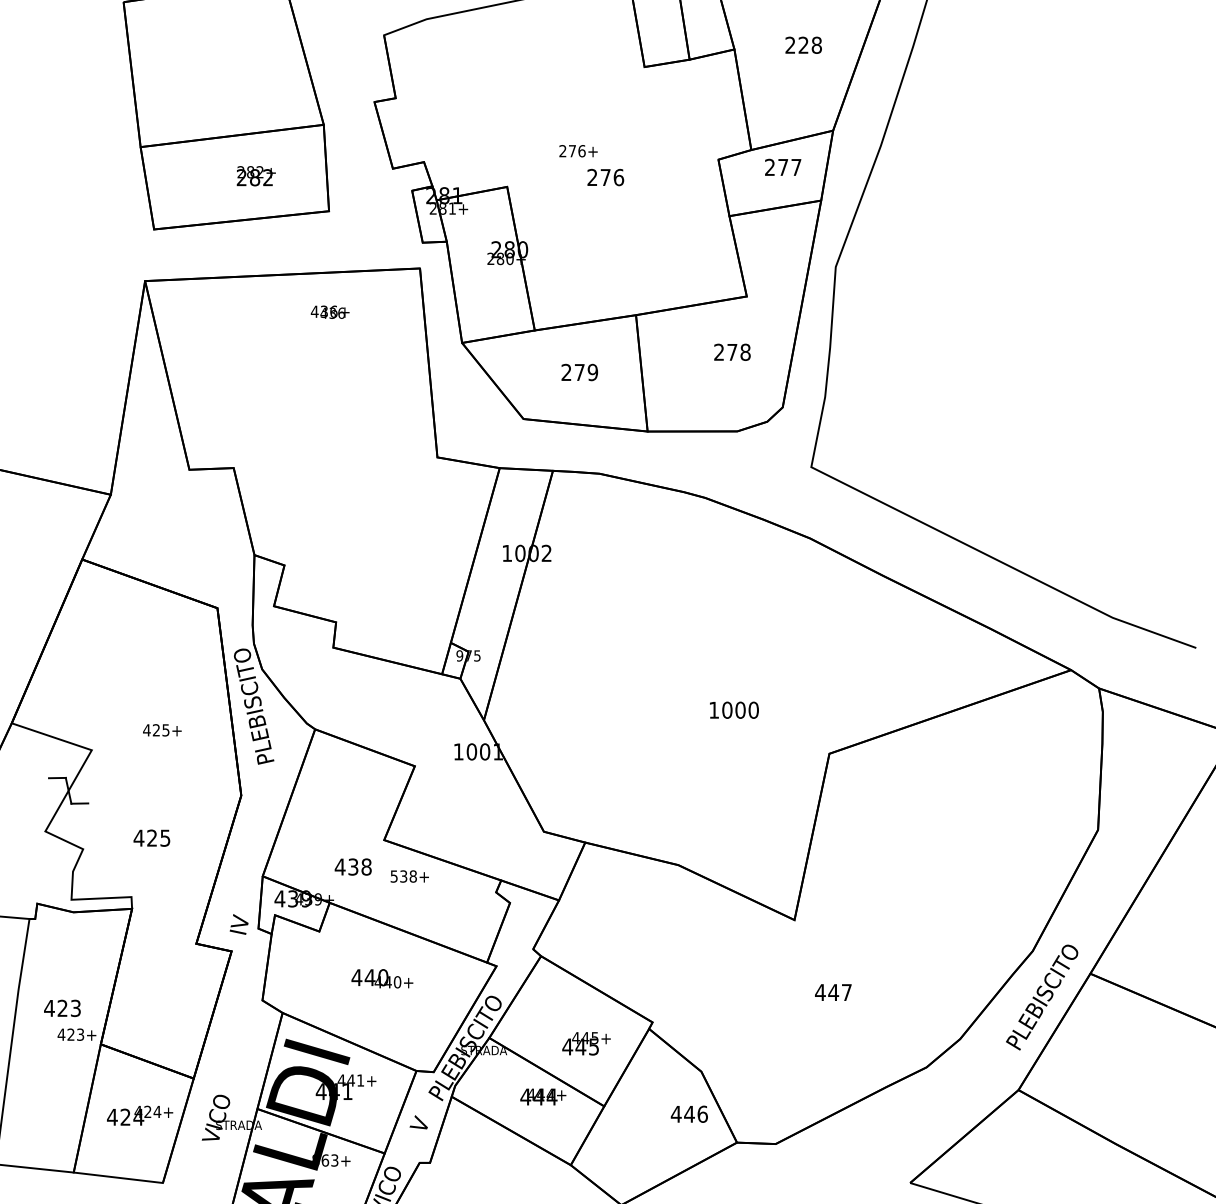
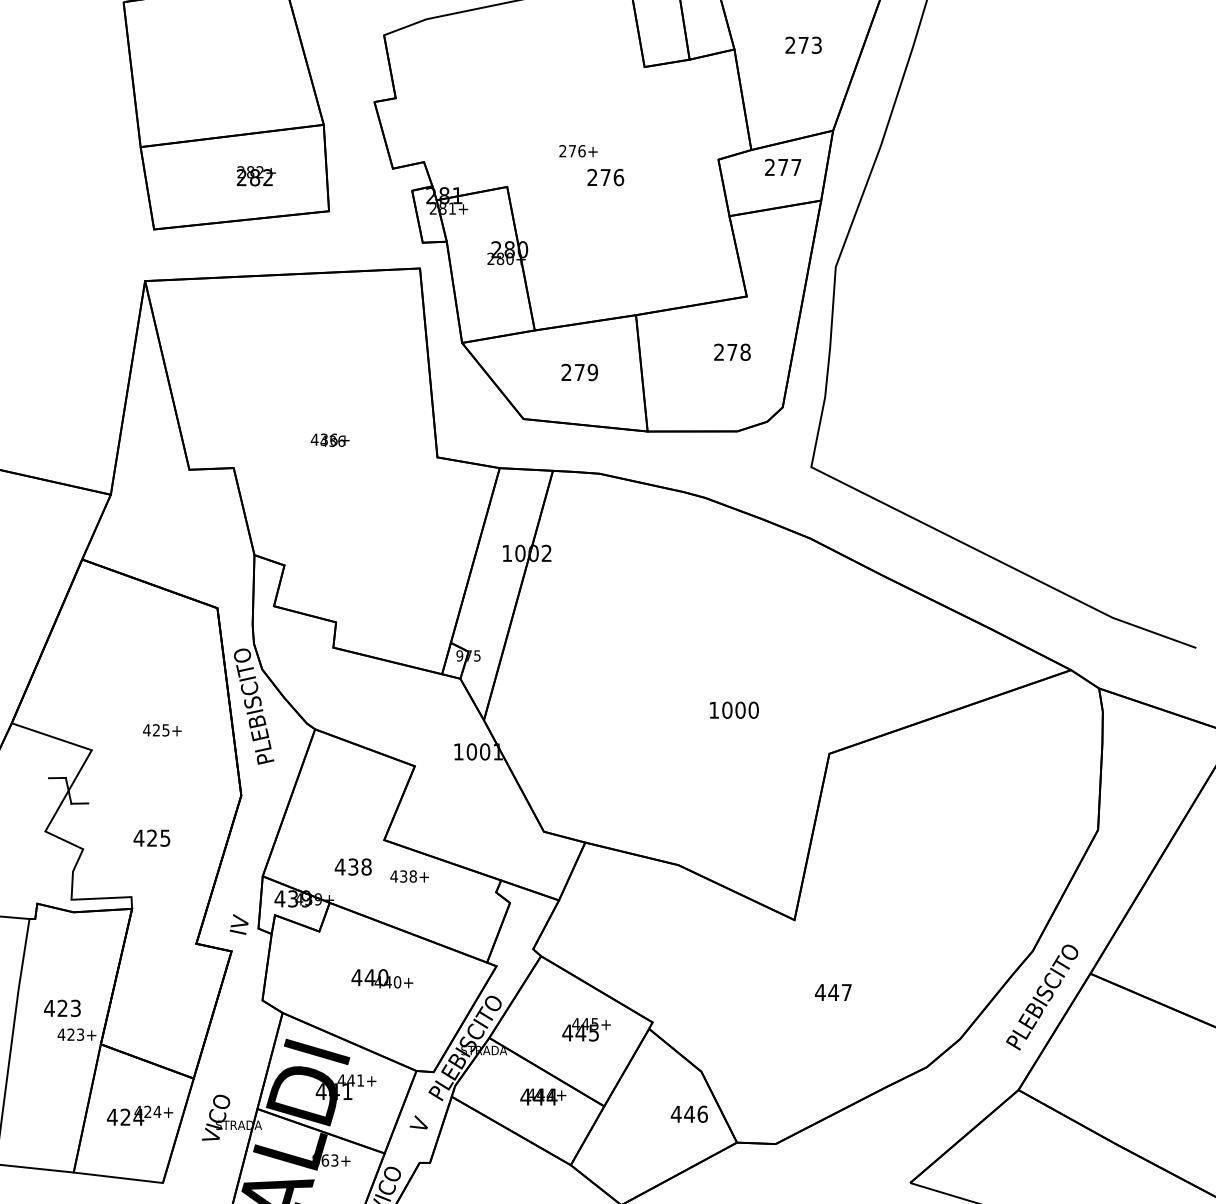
text at (809, 44): 228 -> 273
text at (329, 311) position: (329, 311) -> (329, 439)
text at (394, 876): 538+ -> 438+
text at (586, 1043) position: (586, 1043) -> (586, 1029)
